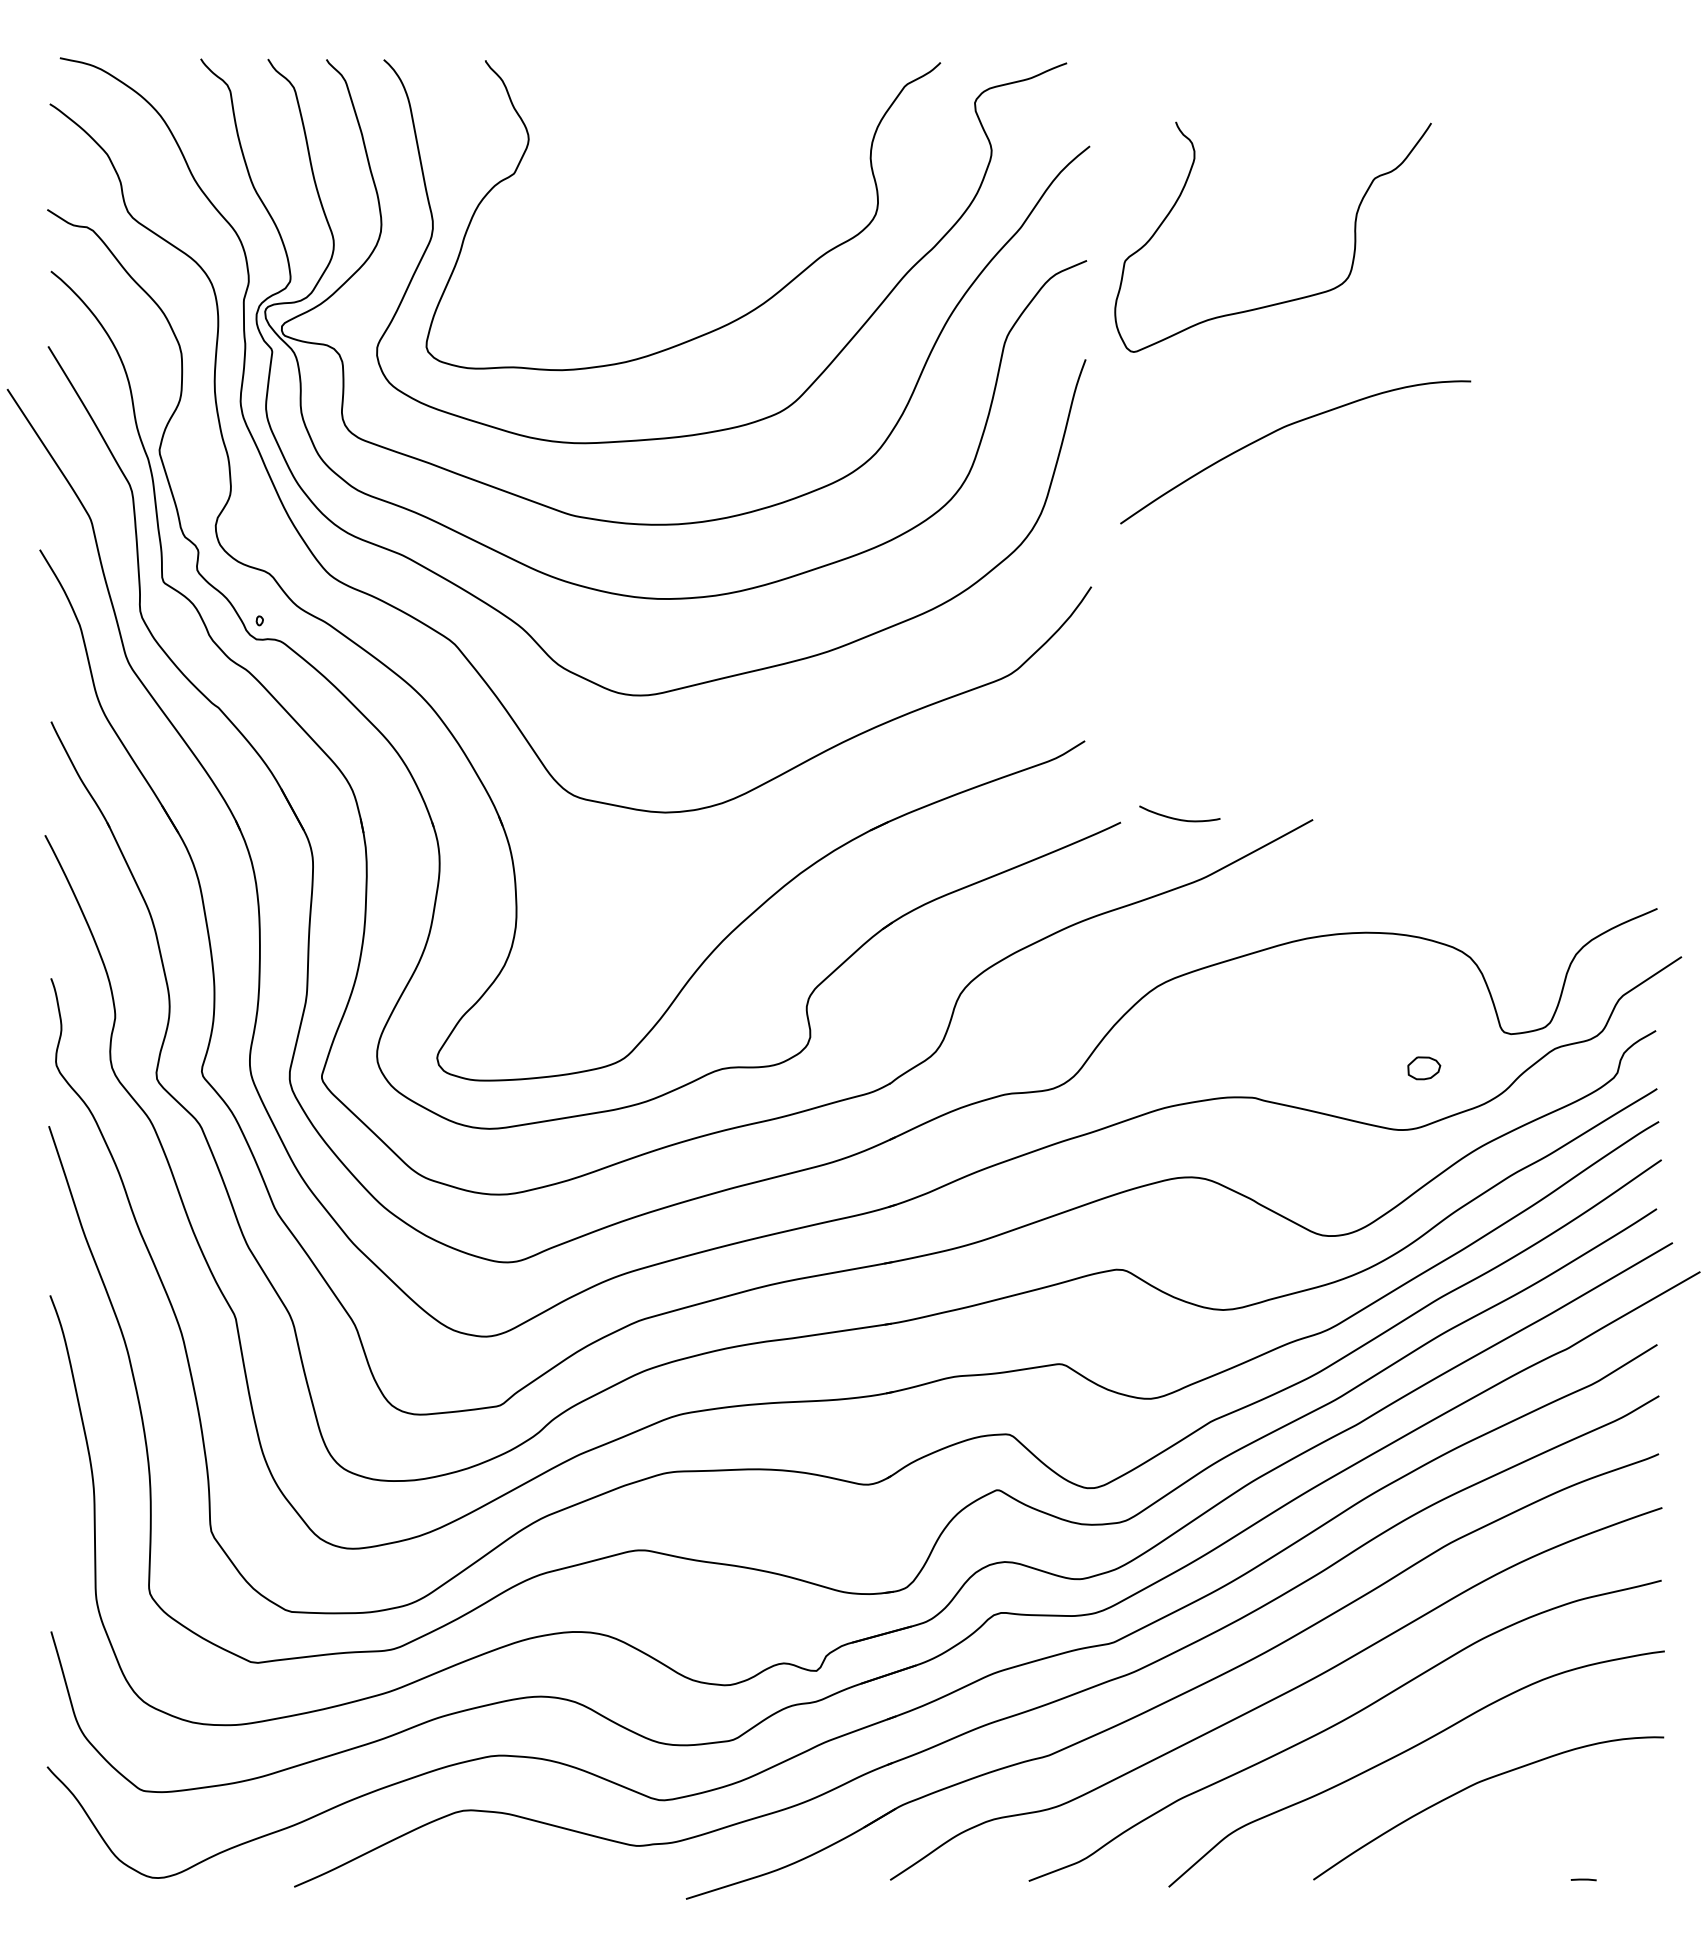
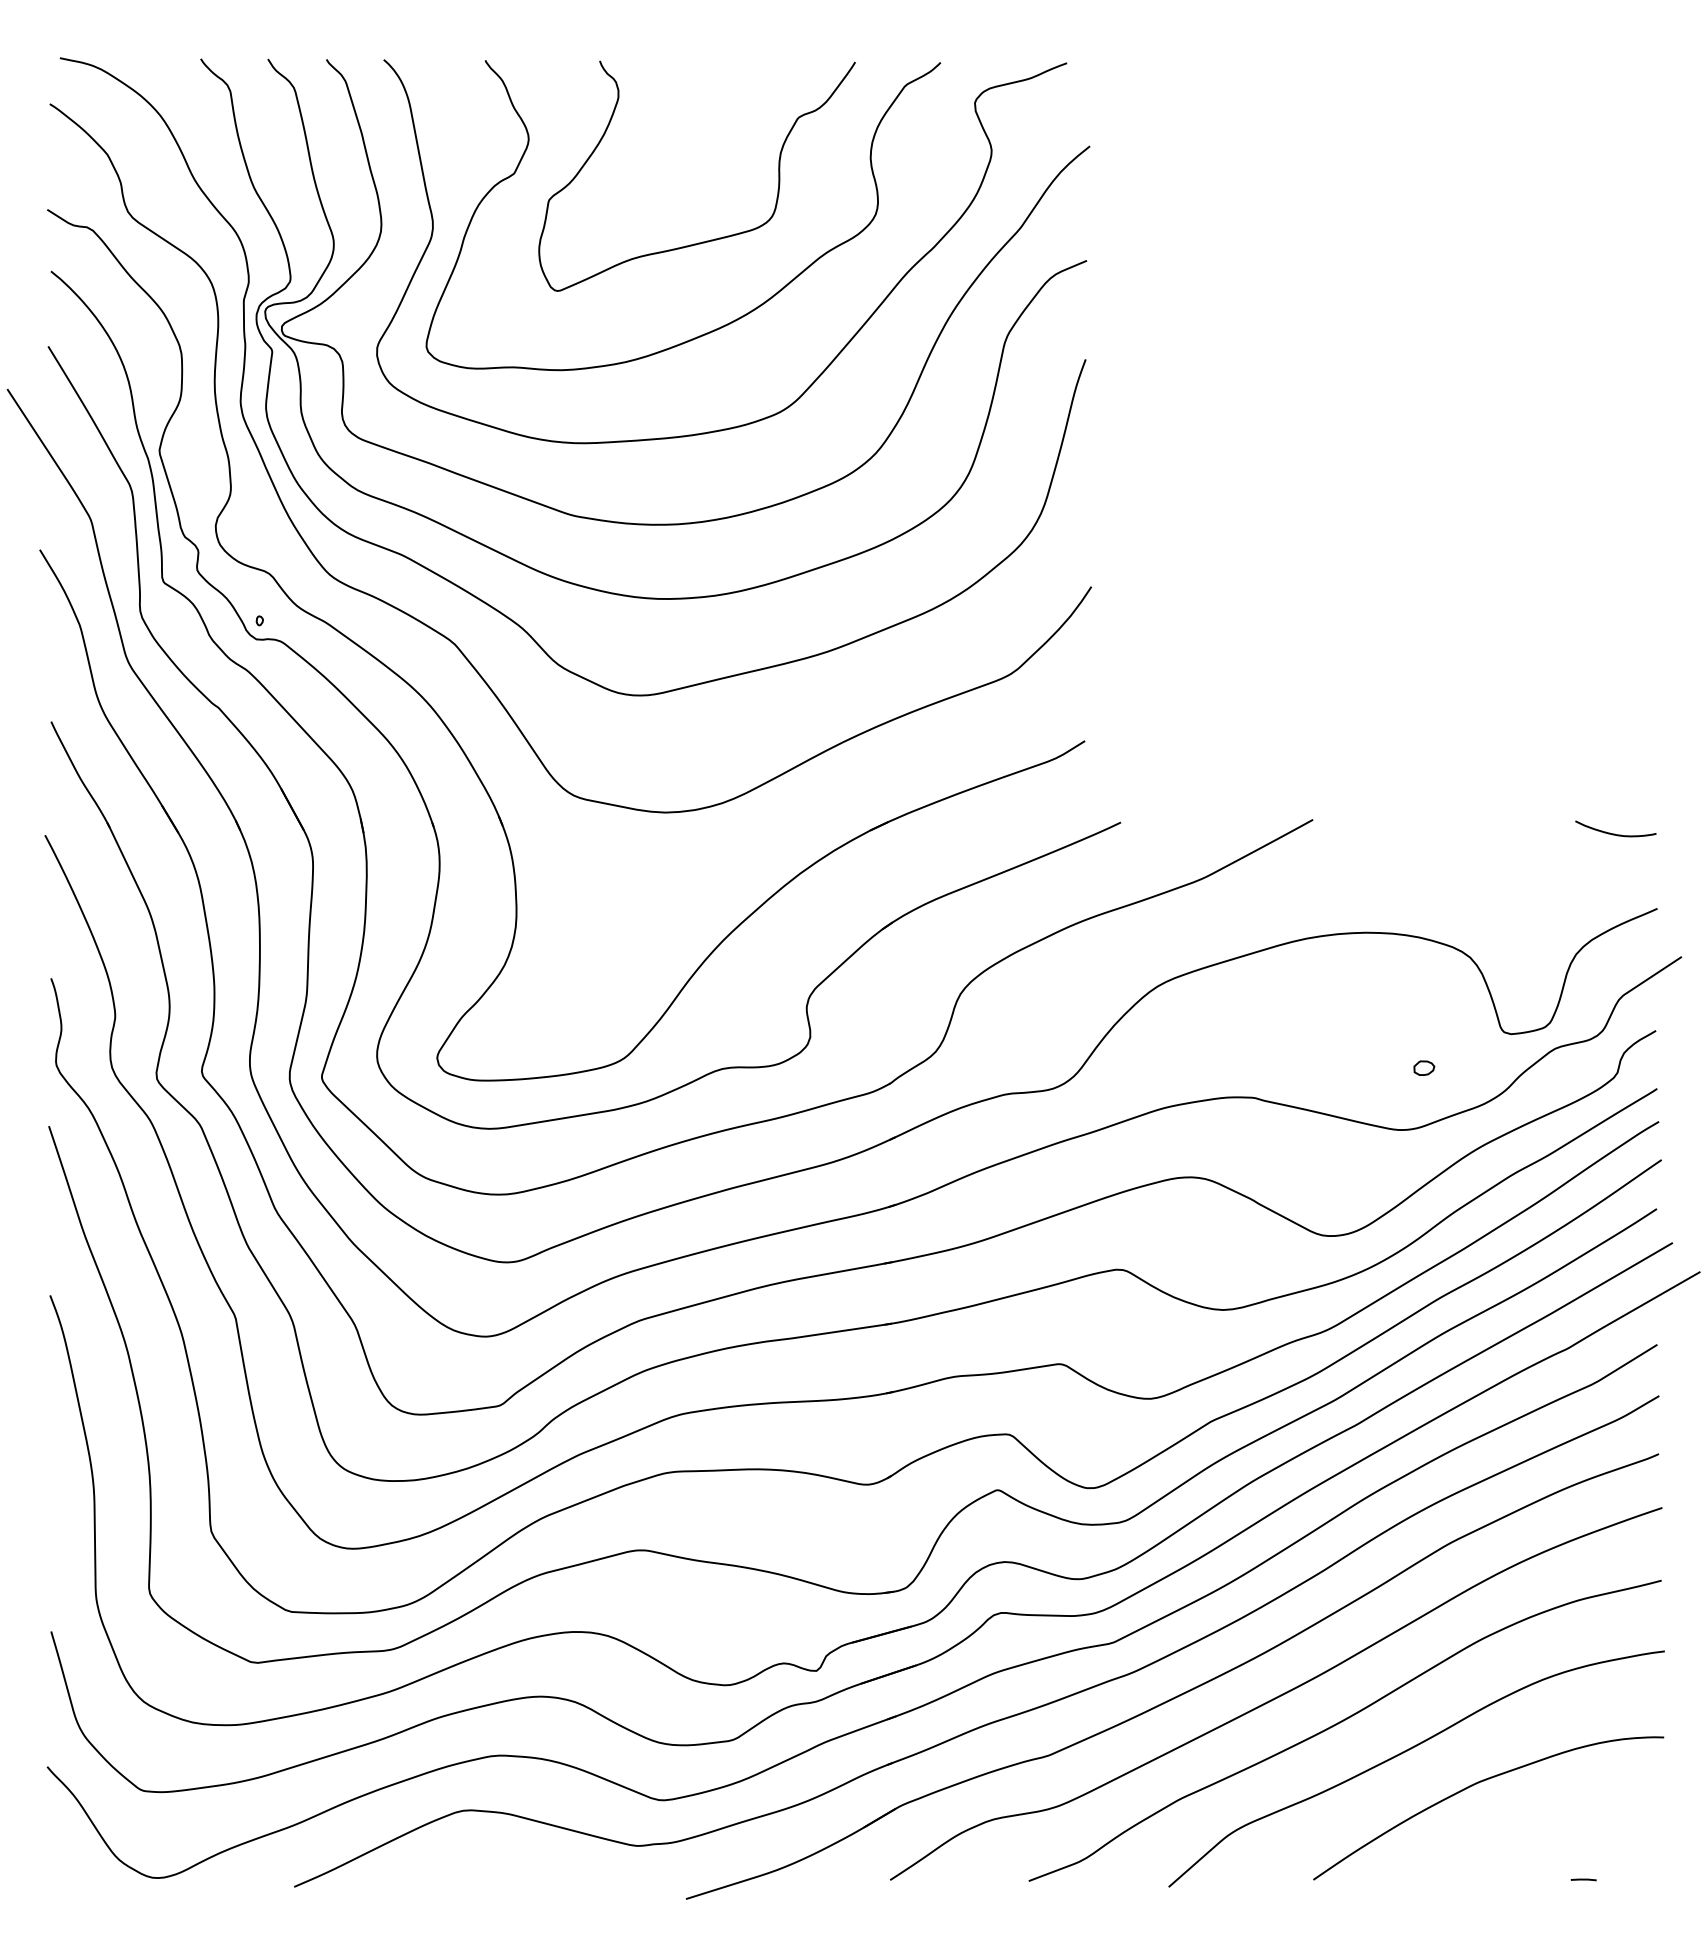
curve at (1286, 300) position: (1286, 300) -> (710, 239)
curve at (1286, 427): present -> none
curve at (1179, 818) position: (1179, 818) -> (1615, 833)
part at (1424, 1068) size: 35x25 px -> 23x16 px
